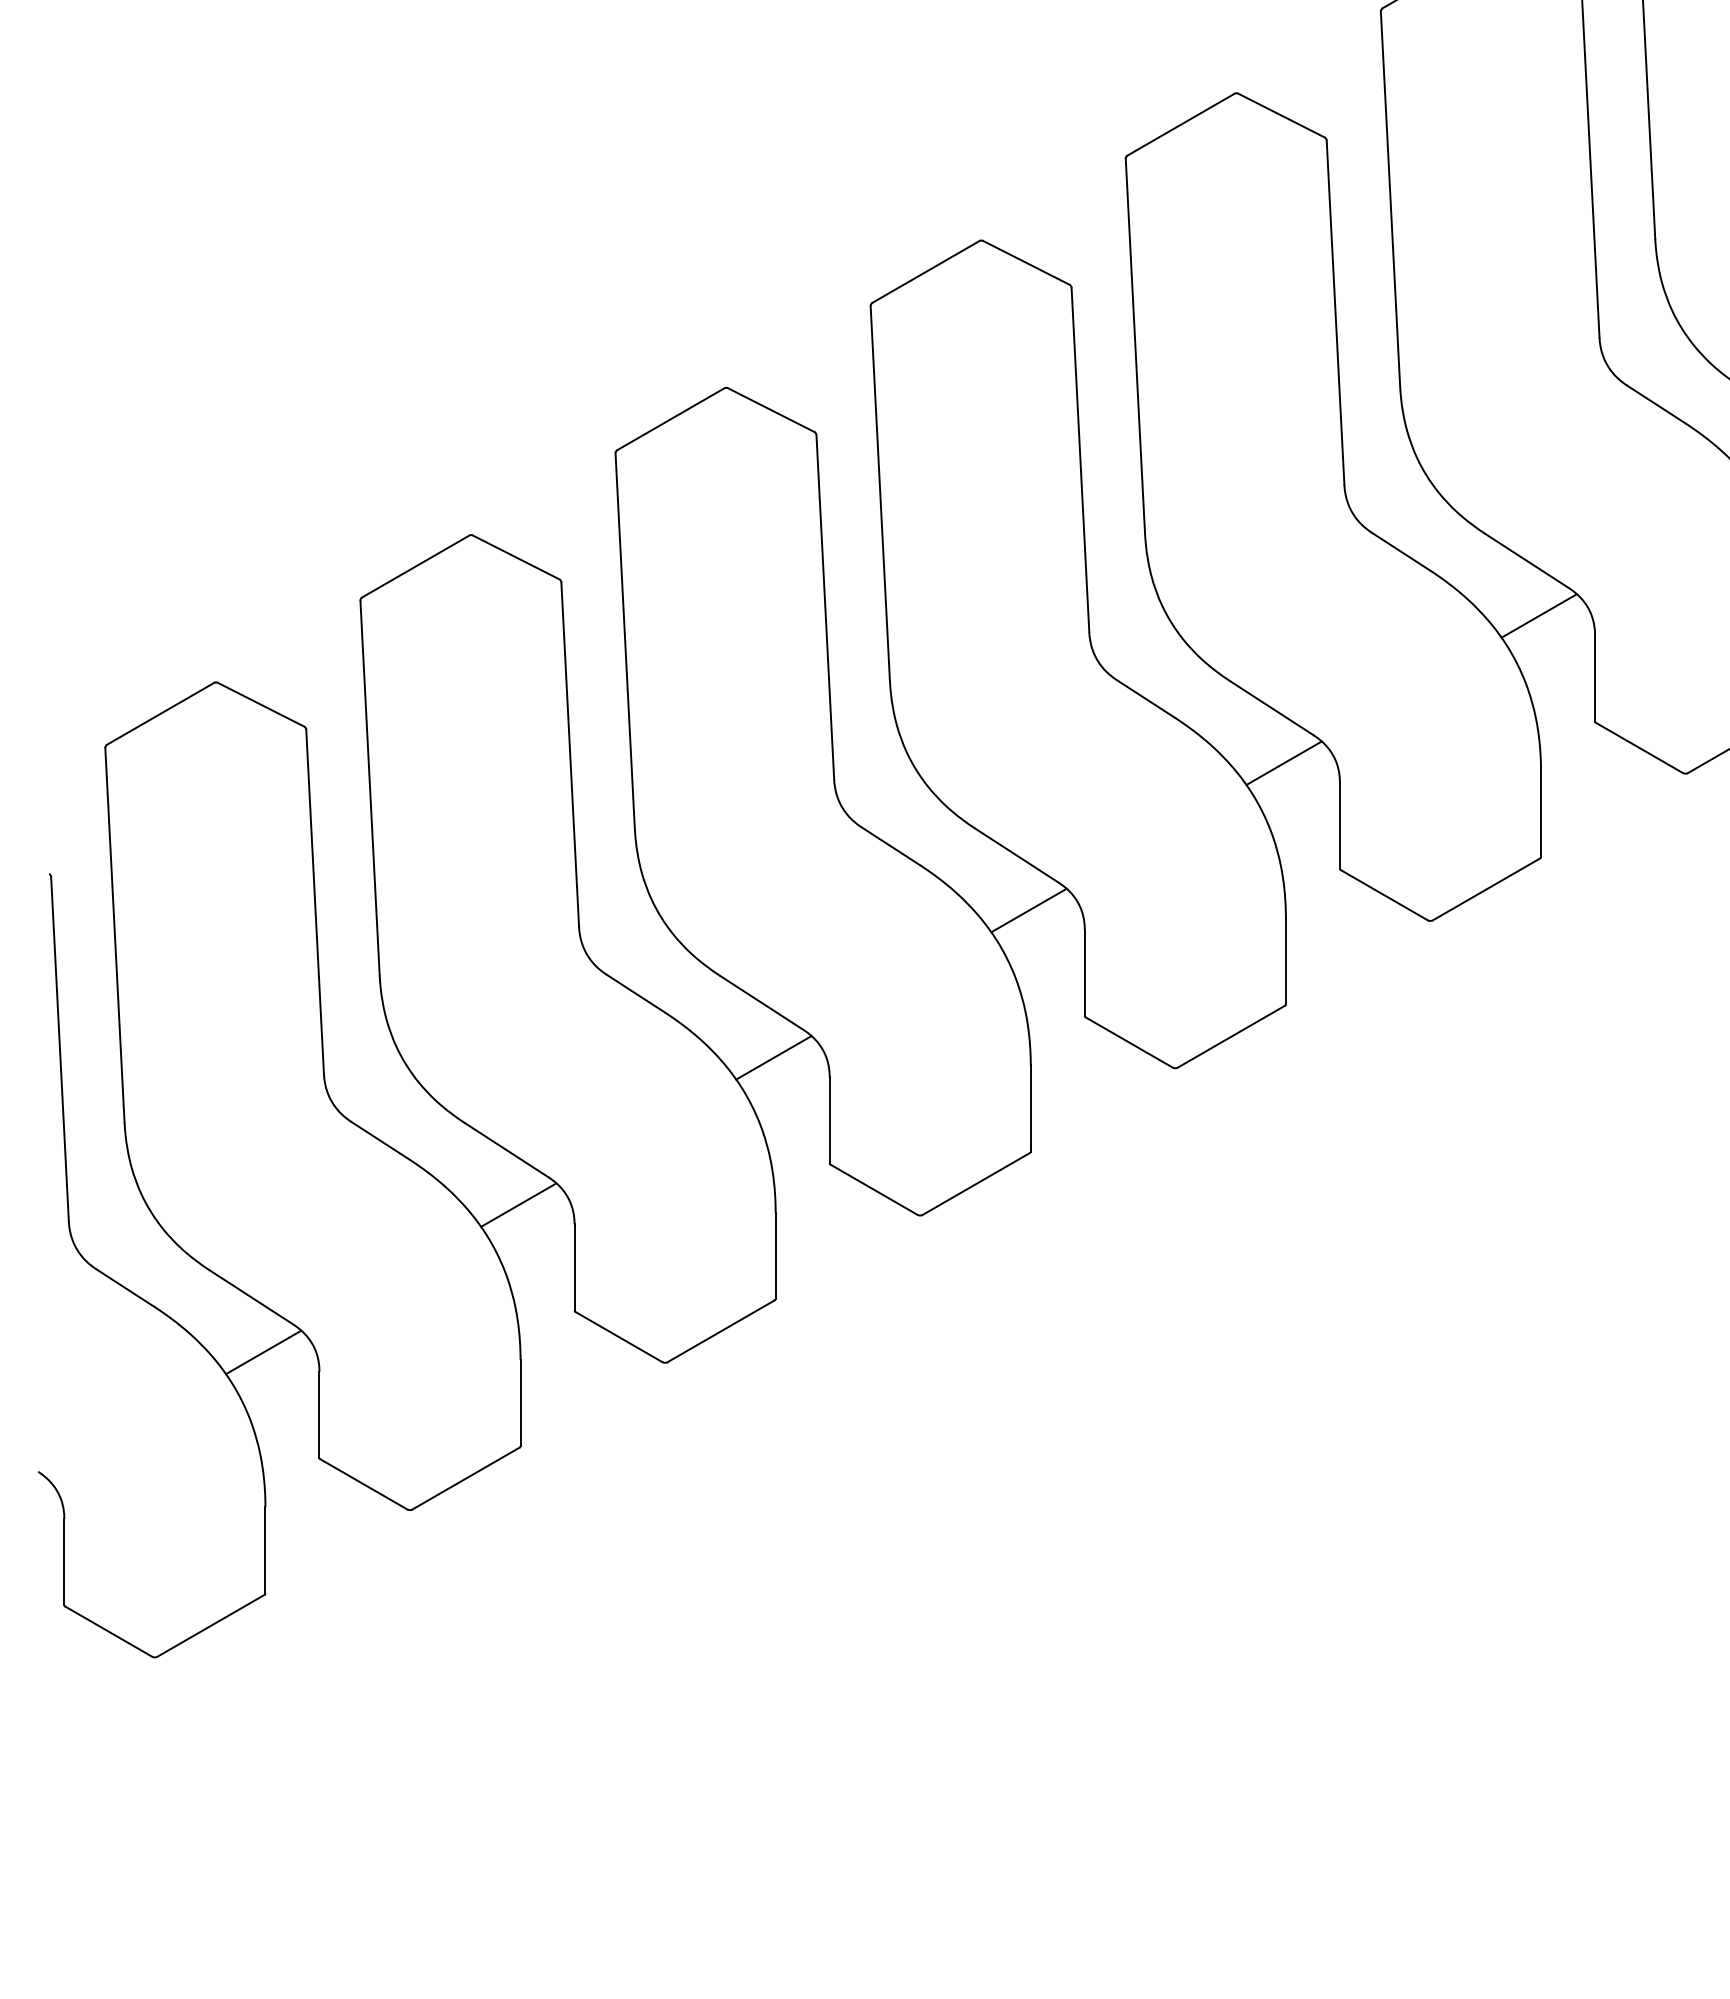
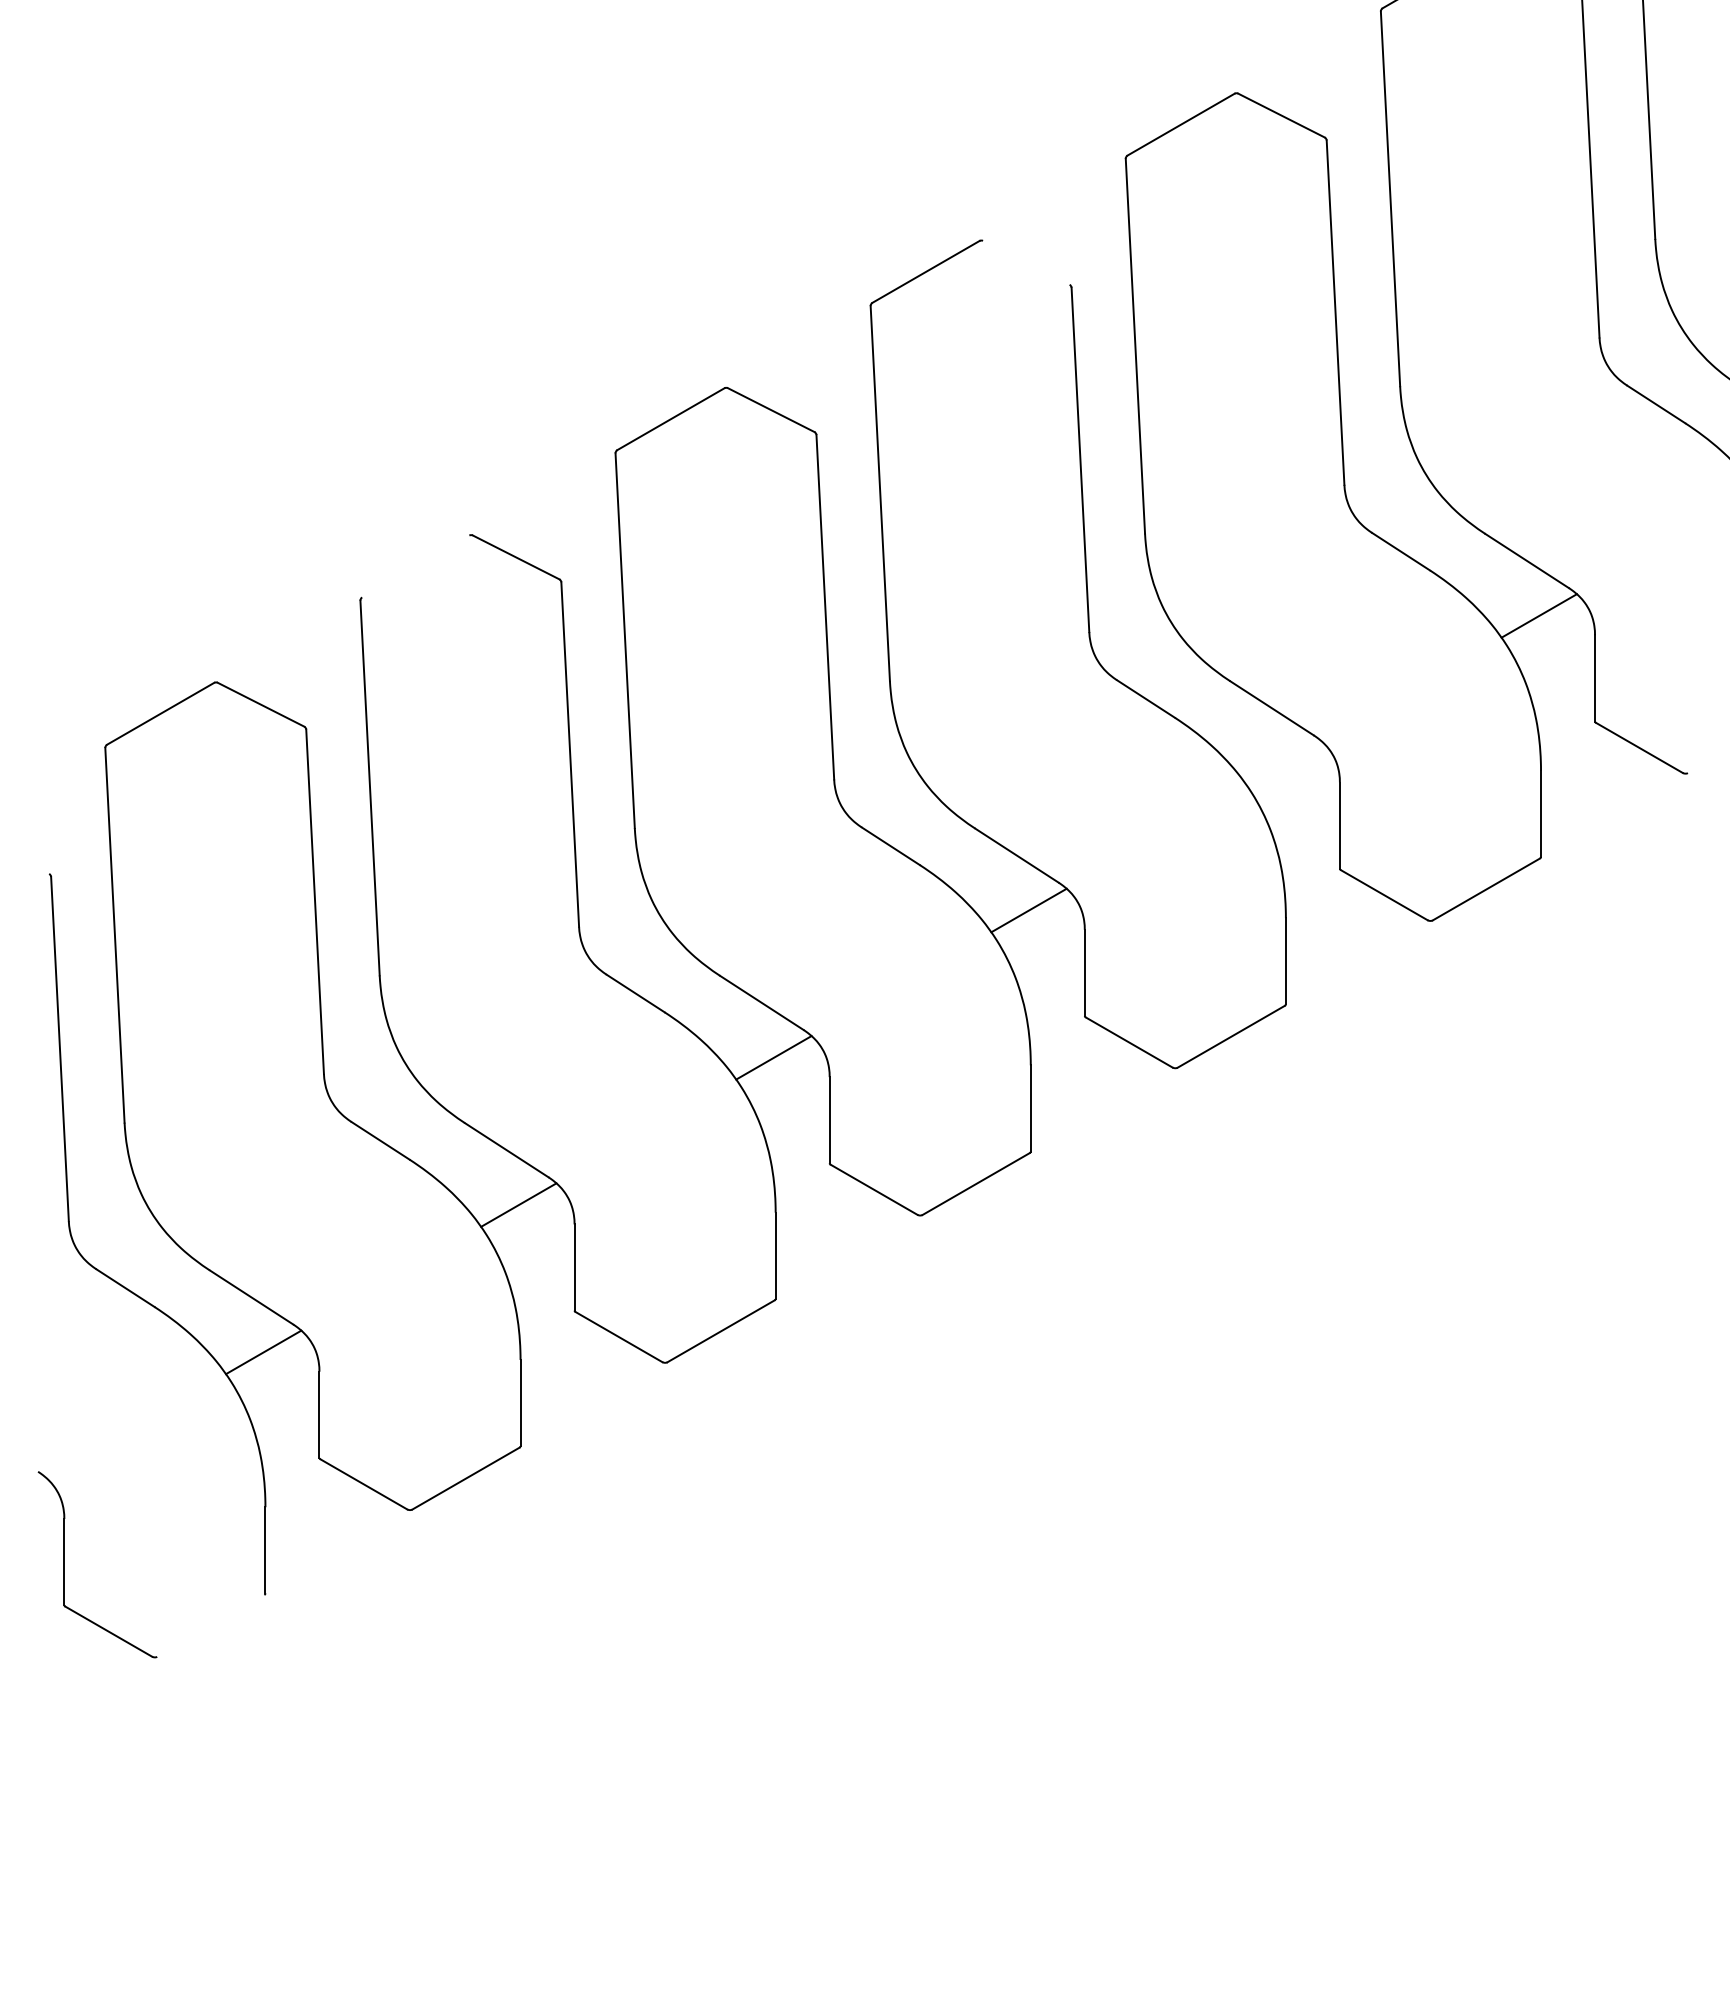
line at (1026, 262): present -> none
line at (415, 566): present -> none
line at (1706, 761): present -> none
line at (1283, 762): present -> none
line at (210, 1625): present -> none
